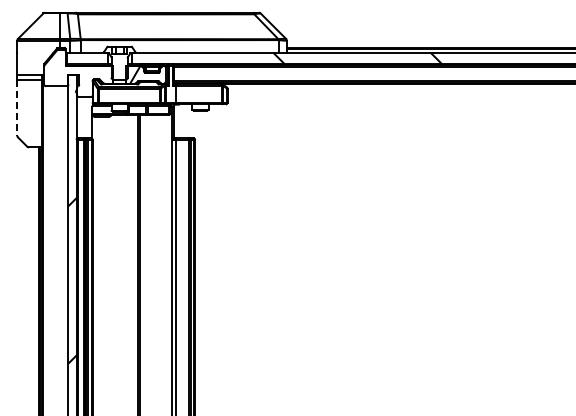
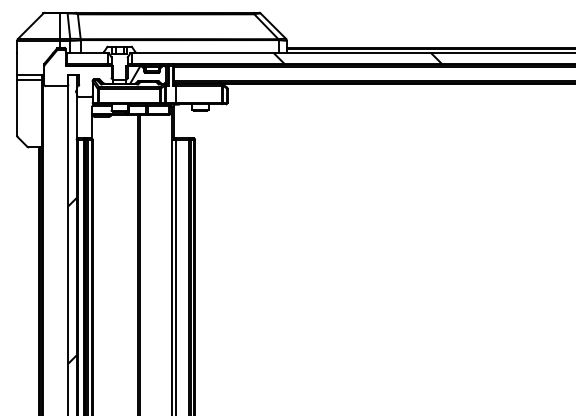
line at (17, 107): dashed -> solid
